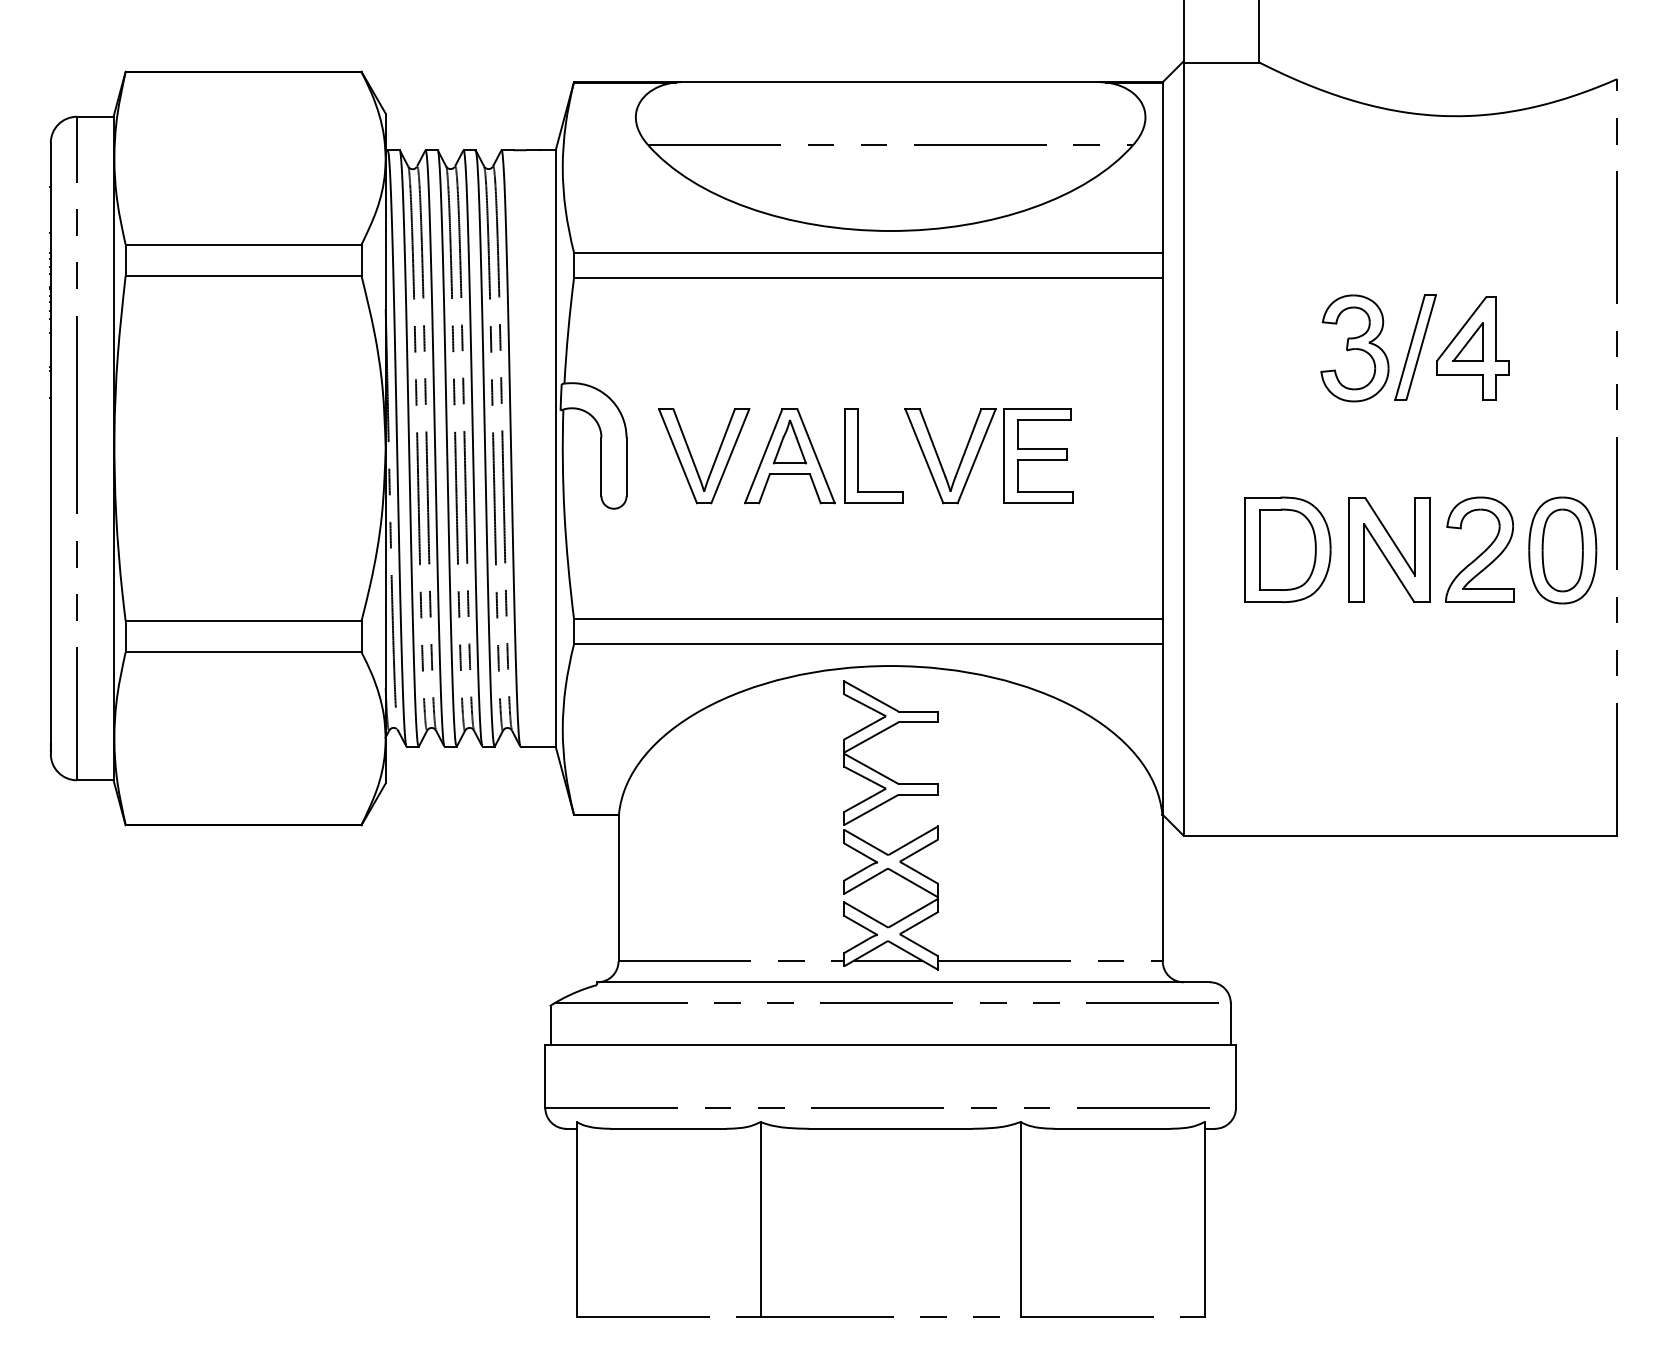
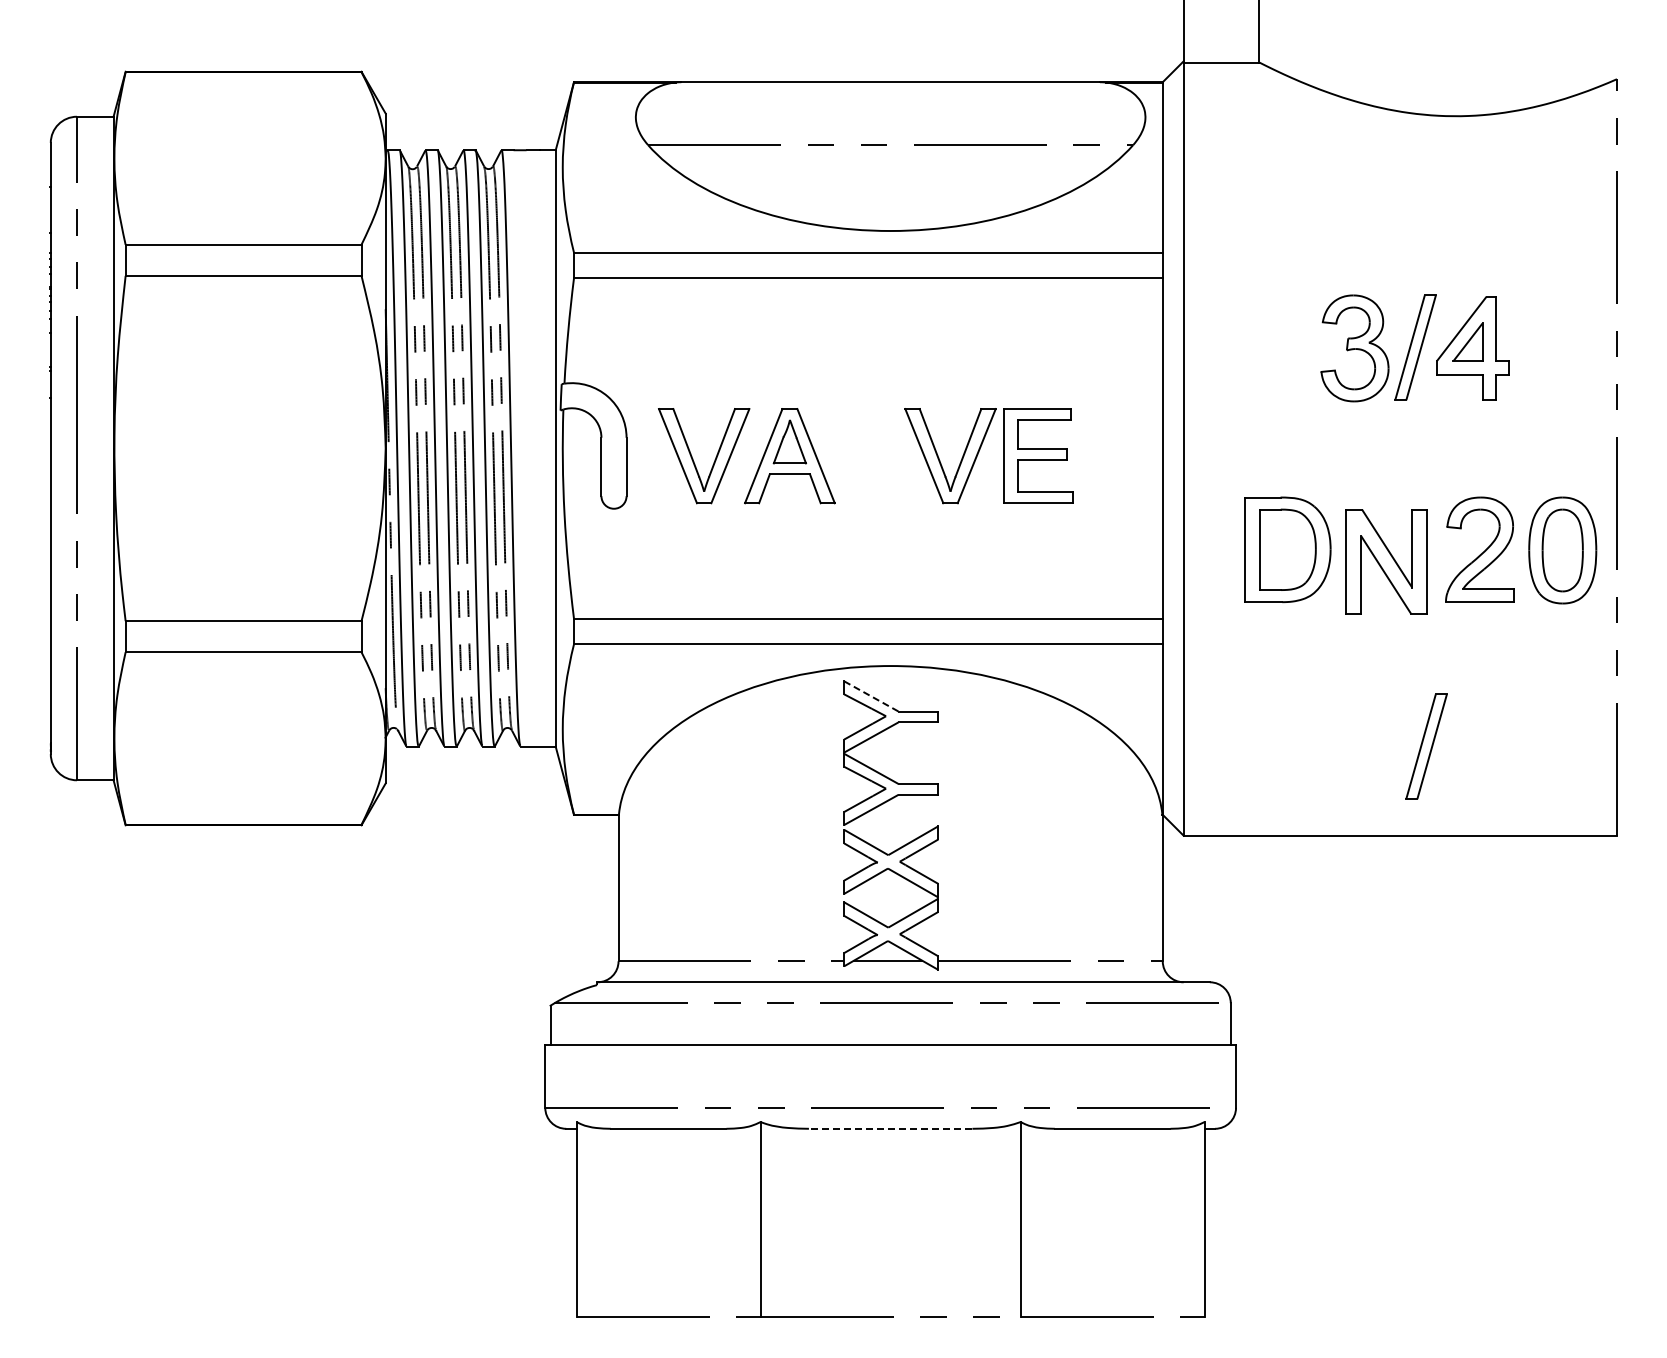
part at (858, 455): present -> none
part at (1389, 549) position: (1389, 549) -> (1386, 561)
line at (871, 696): solid -> dashed
part at (1426, 746): none -> present
line at (890, 1128): solid -> dashed
